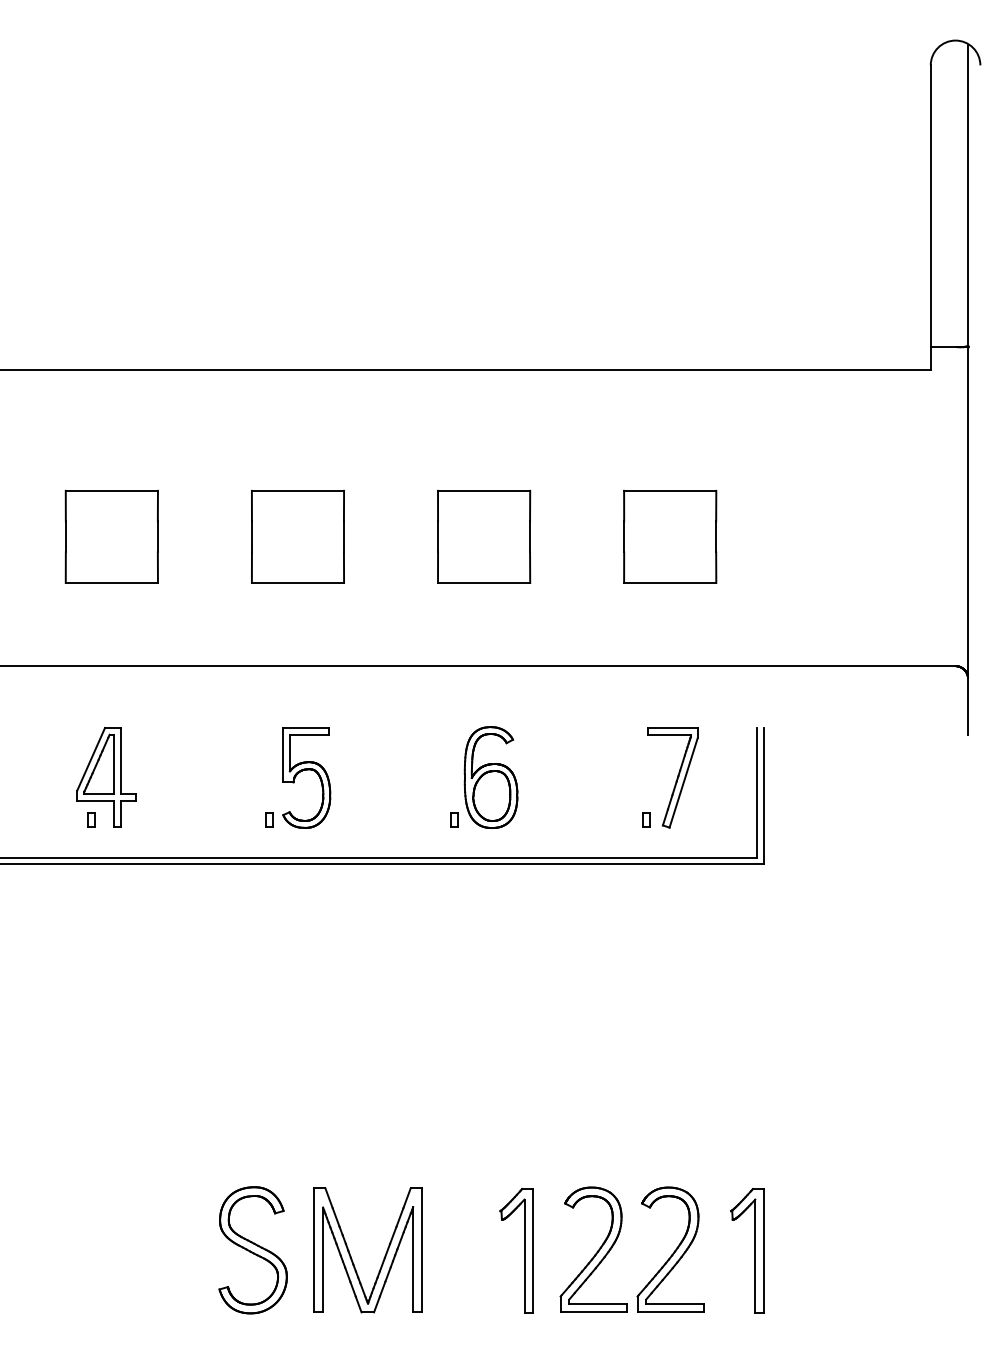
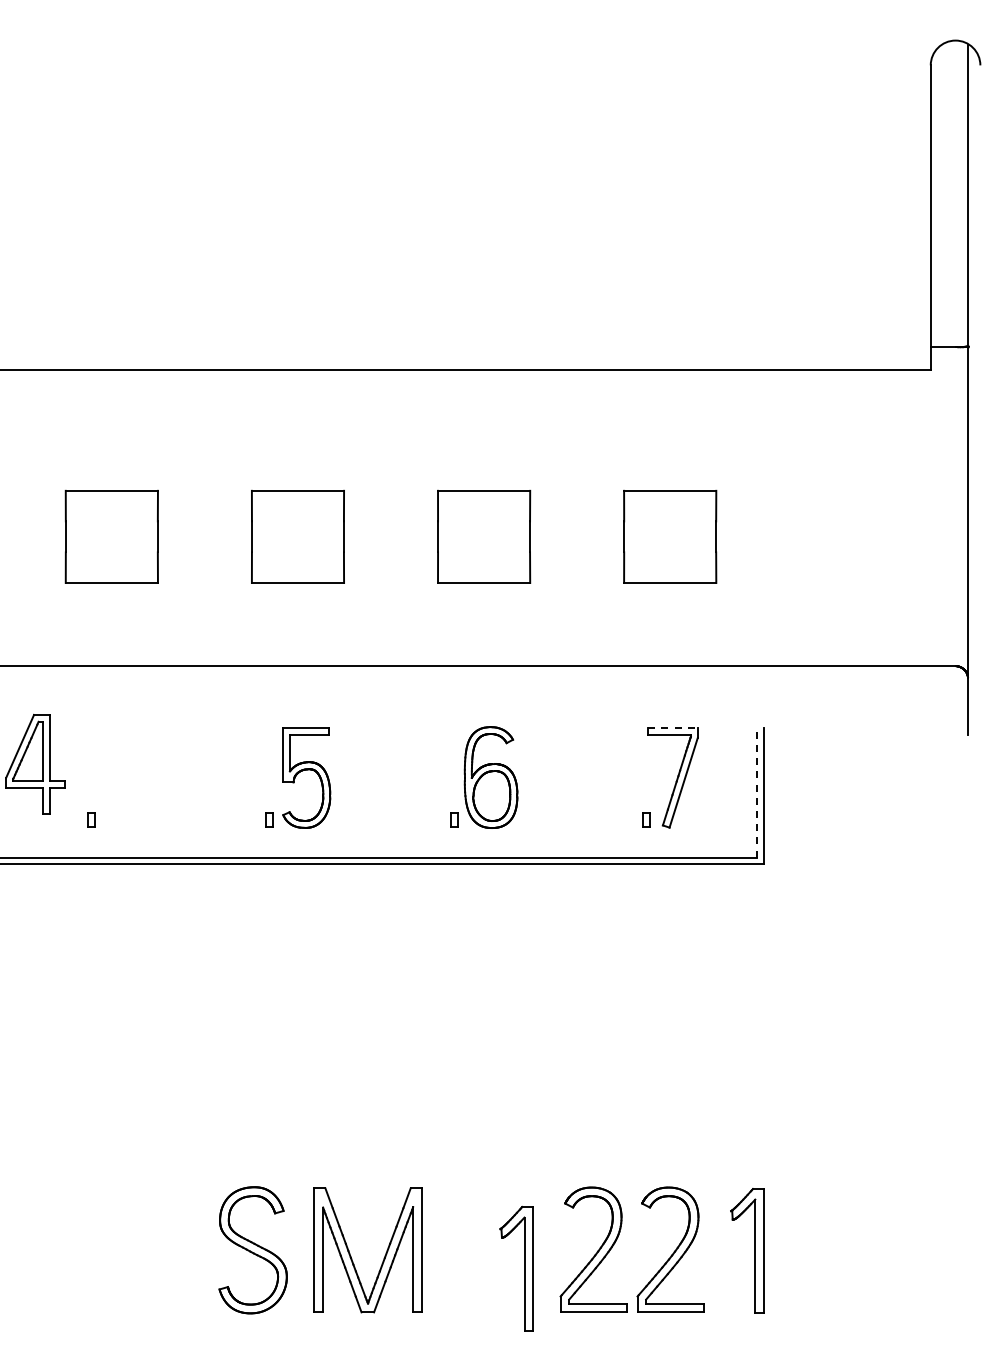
line at (673, 727): solid -> dashed
part at (106, 776) position: (106, 776) -> (35, 763)
line at (757, 792): solid -> dashed
part at (524, 1250) position: (524, 1250) -> (524, 1268)
